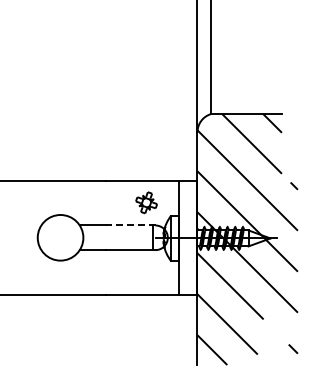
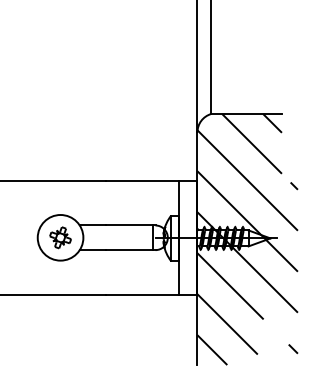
part at (146, 202) position: (146, 202) -> (60, 237)
line at (130, 225): dashed -> solid
